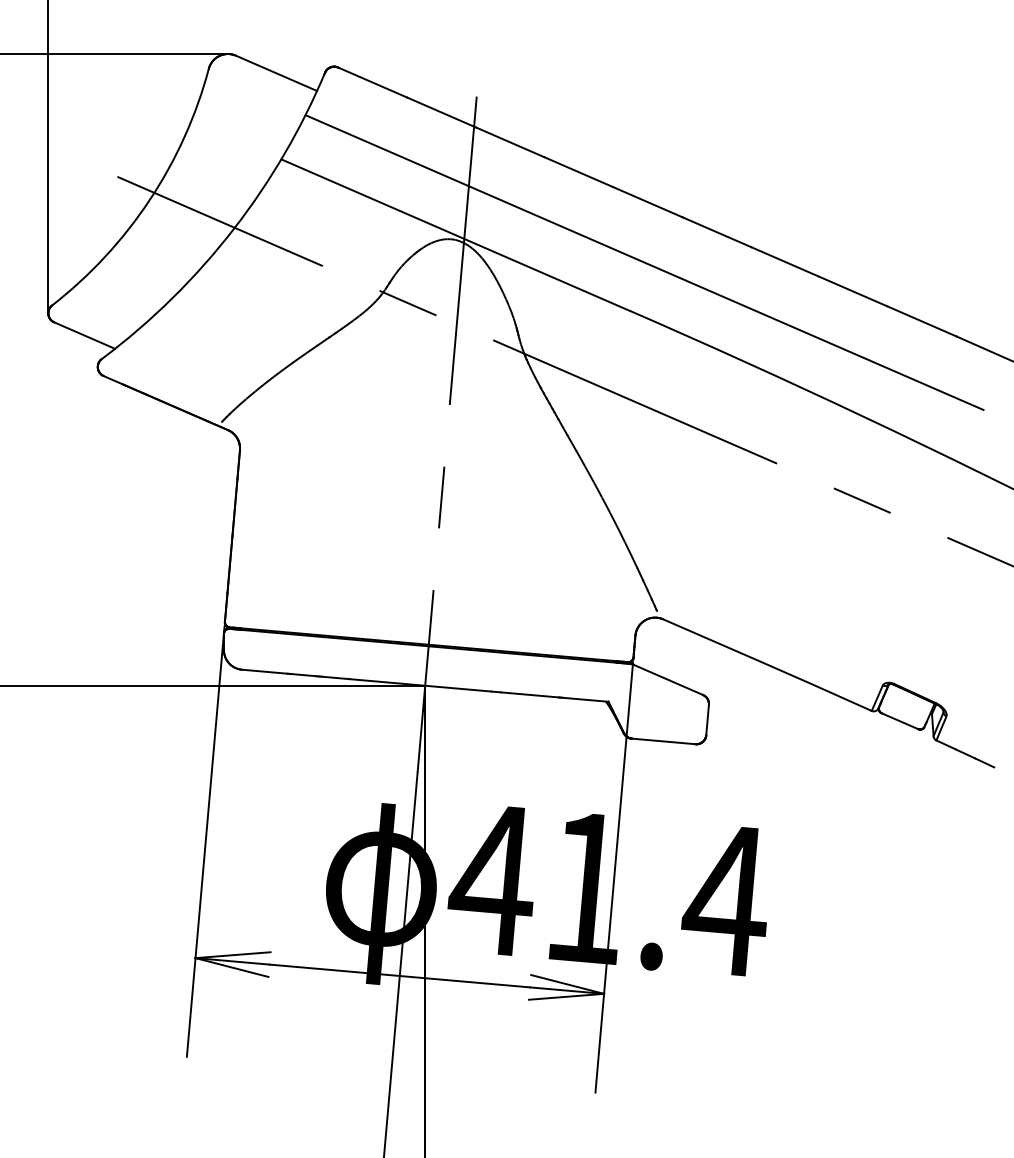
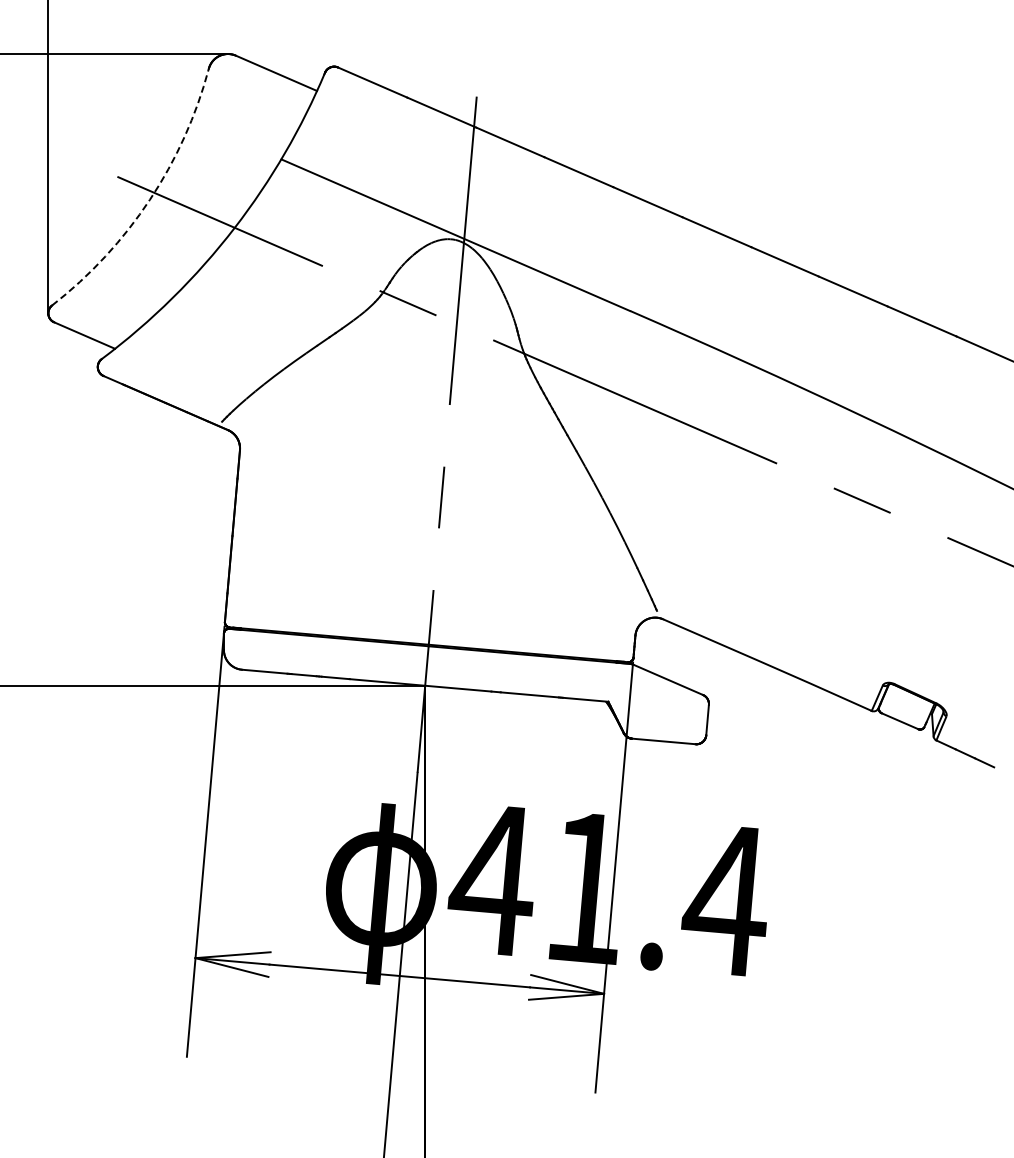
arc at (149, 199): solid -> dashed
line at (644, 262): present -> none
